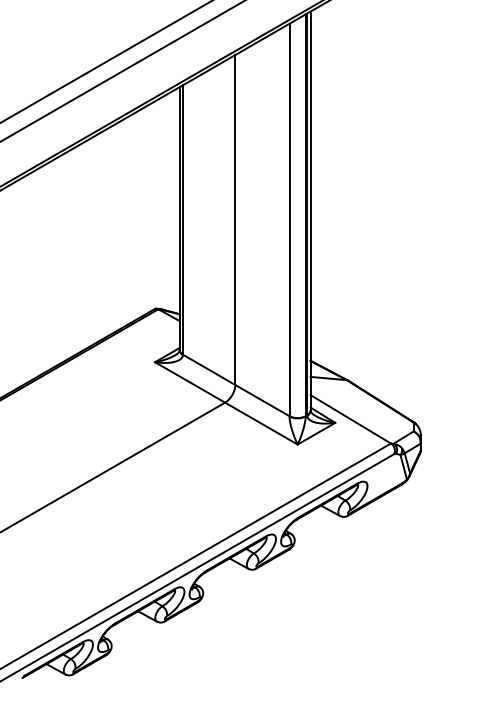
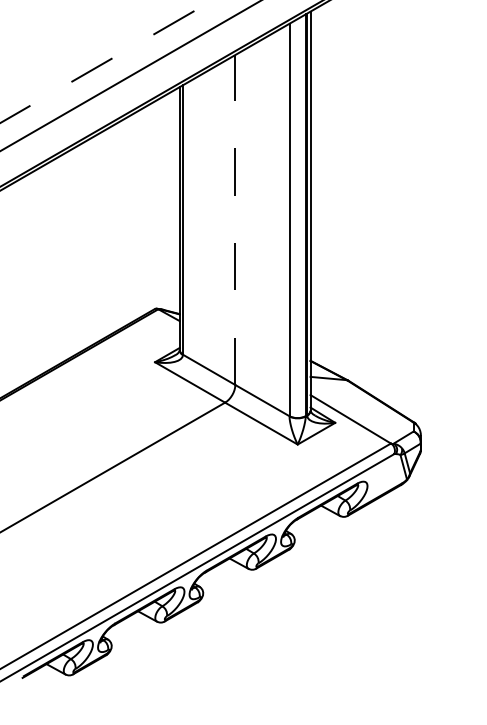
line at (106, 61): solid -> dashed
line at (122, 71) position: (122, 71) -> (130, 75)
line at (235, 220): solid -> dashed
